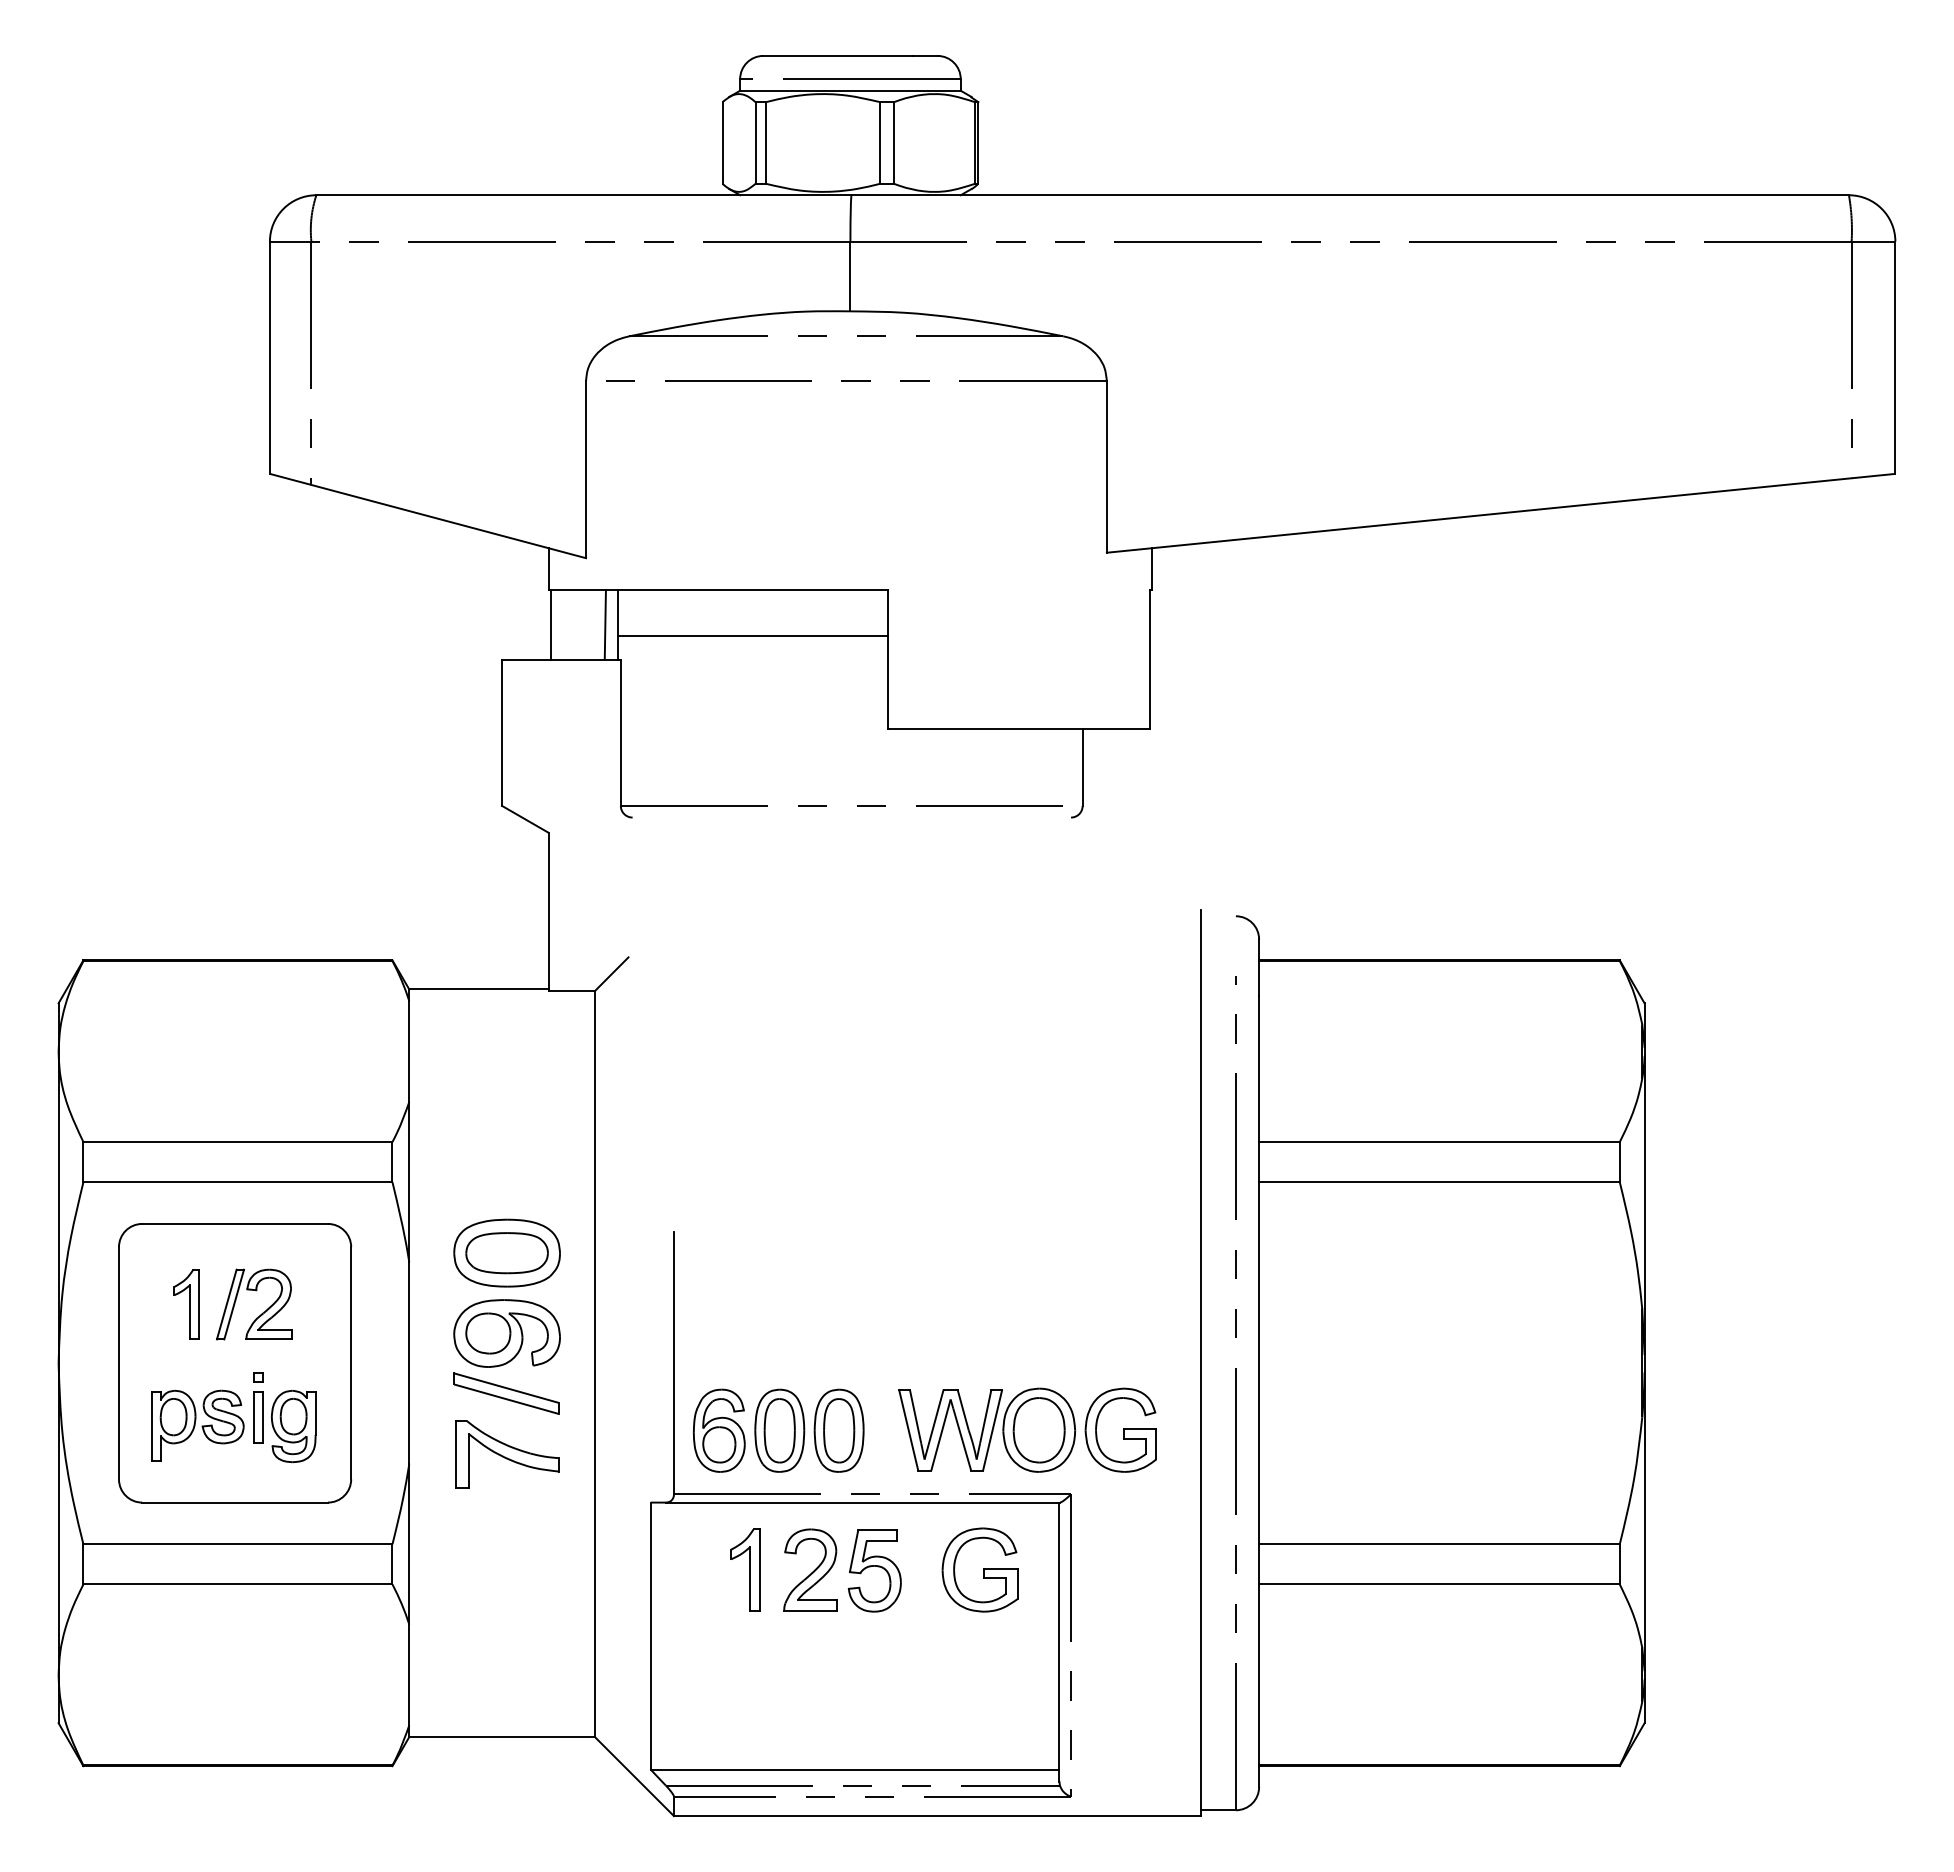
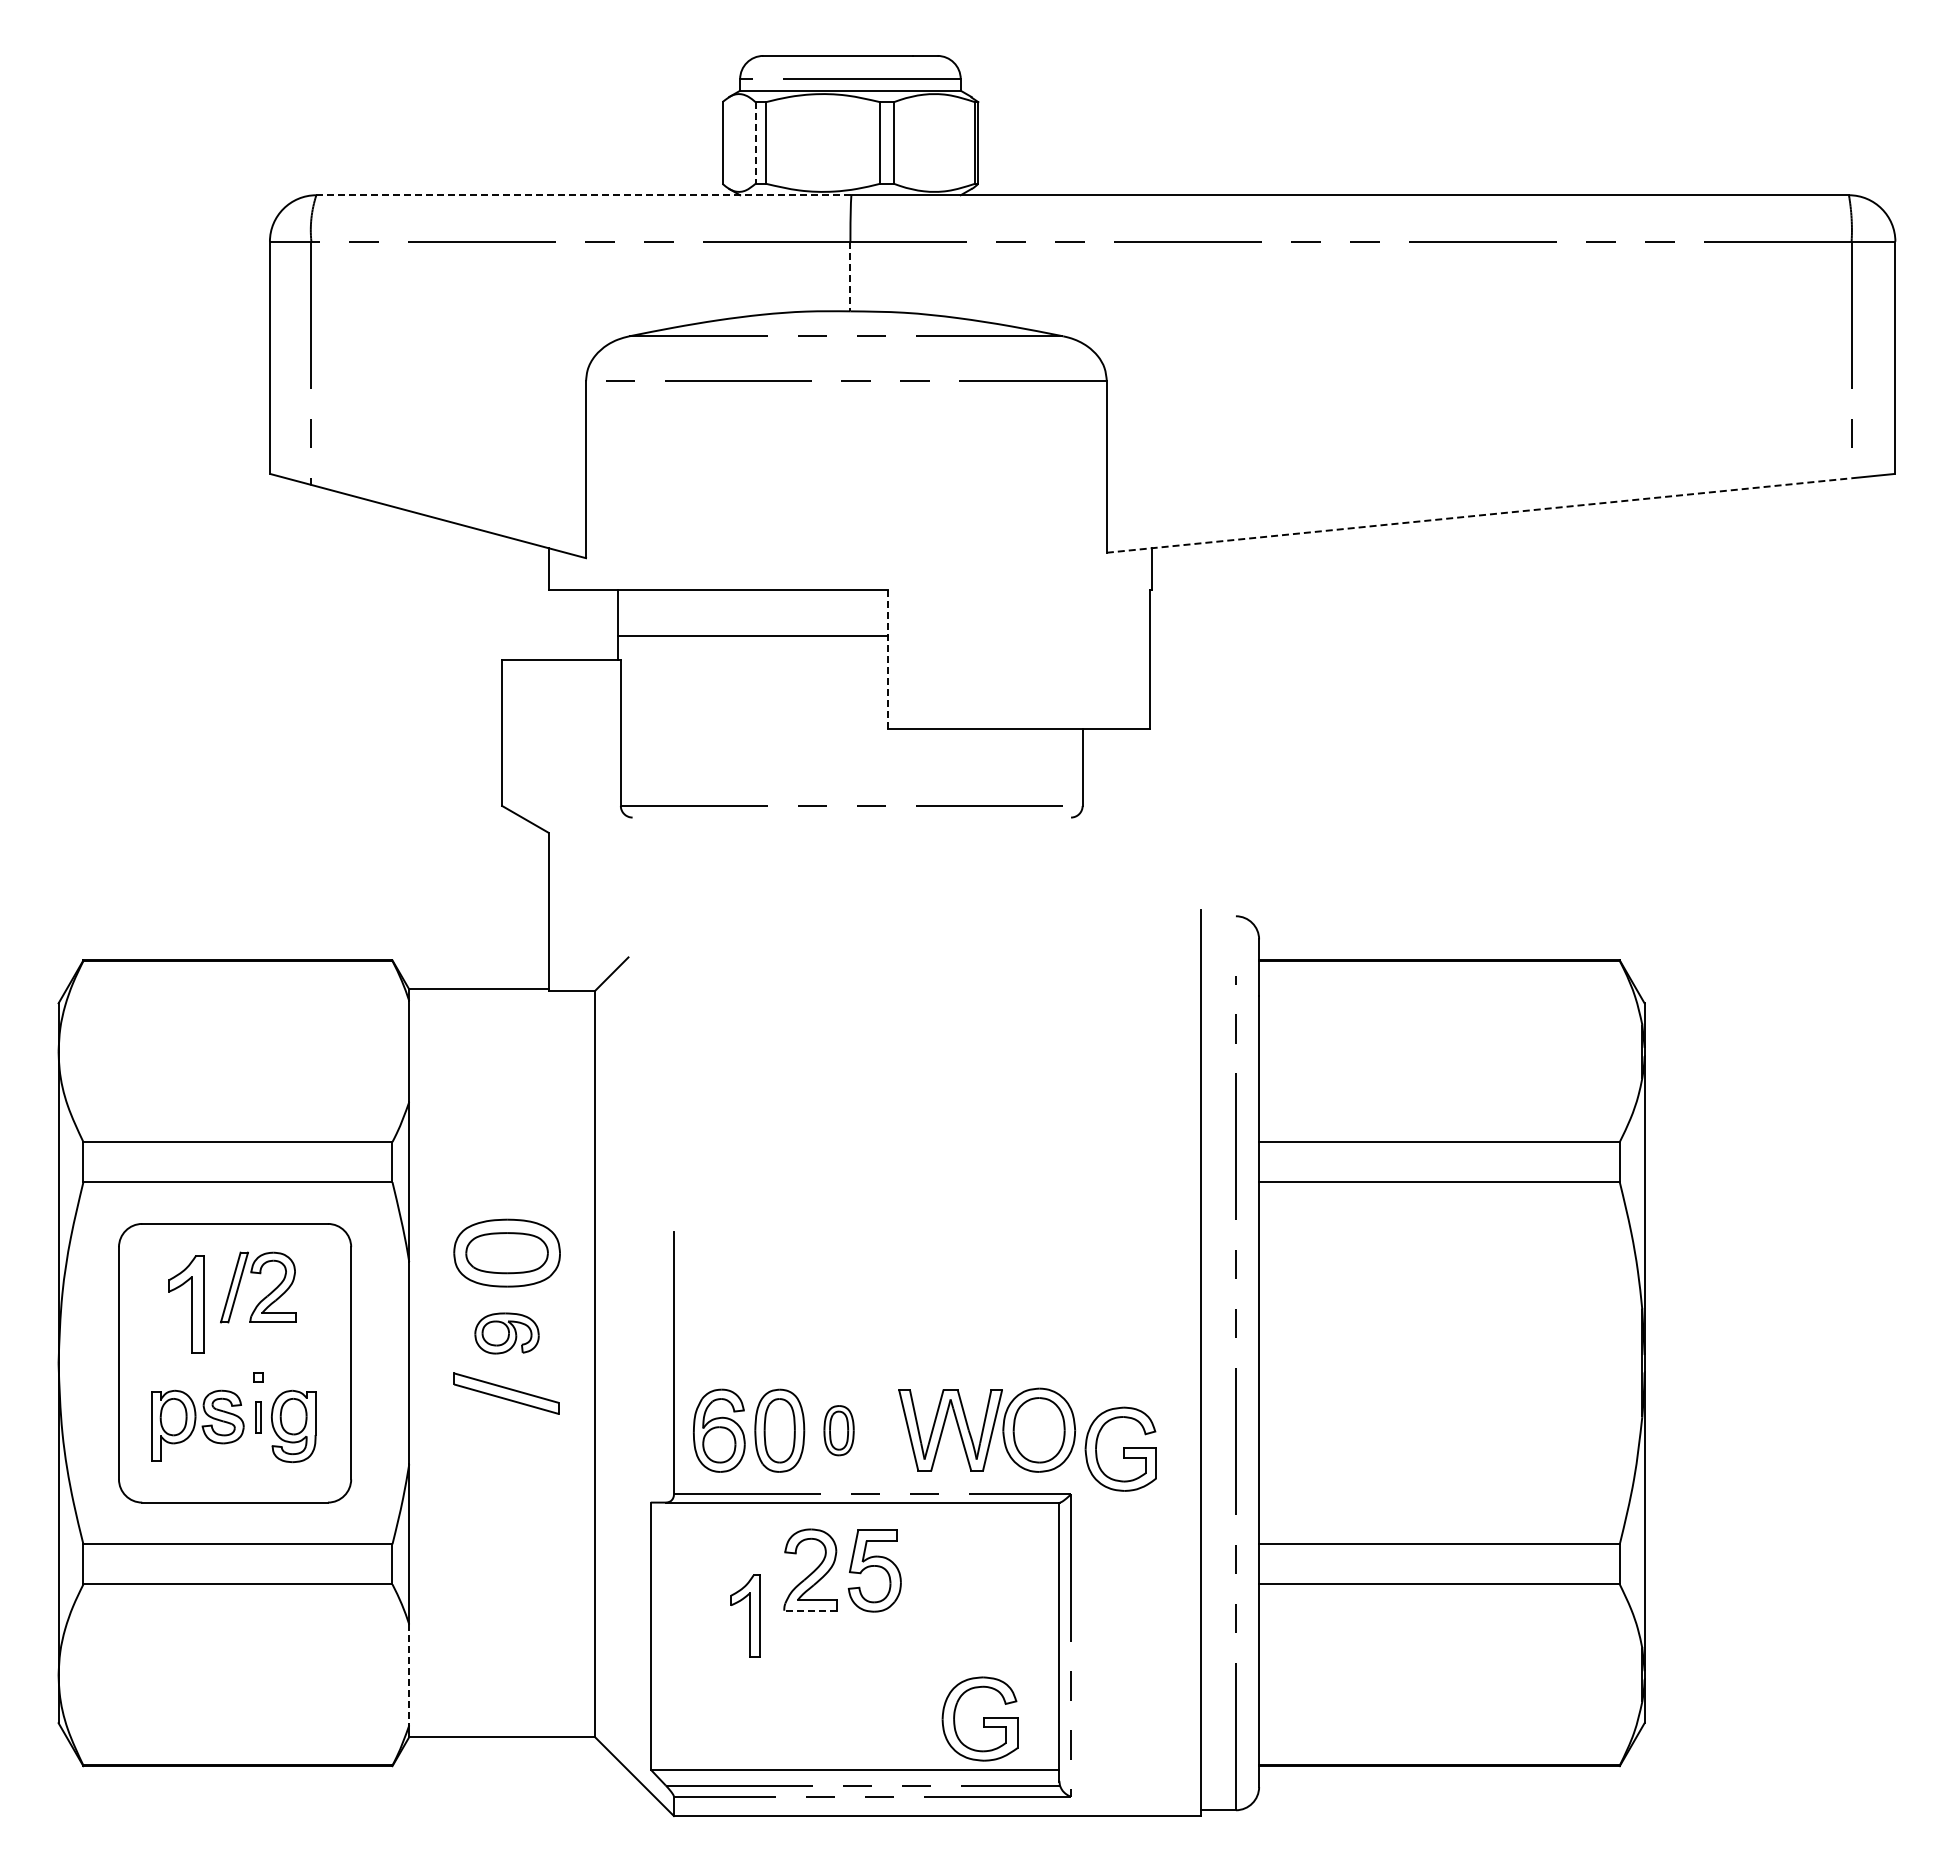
line at (755, 143): solid -> dashed
line at (583, 195): solid -> dashed
line at (850, 276): solid -> dashed
line at (1479, 515): solid -> dashed
line at (550, 624): present -> none
line at (604, 624): present -> none
line at (887, 659): solid -> dashed
part at (186, 1304) size: 27x71 px -> 37x99 px
part at (262, 1312) position: (262, 1312) -> (266, 1295)
part at (506, 1333) size: 108x69 px -> 66x43 px
part at (258, 1417) size: 11x53 px -> 7x33 px
part at (1120, 1429) position: (1120, 1429) -> (1120, 1448)
part at (838, 1430) size: 52x85 px -> 32x52 px
part at (507, 1454): present -> none
part at (745, 1569) position: (745, 1569) -> (745, 1615)
part at (979, 1569) position: (979, 1569) -> (979, 1718)
line at (810, 1610): solid -> dashed
line at (409, 1674): solid -> dashed
